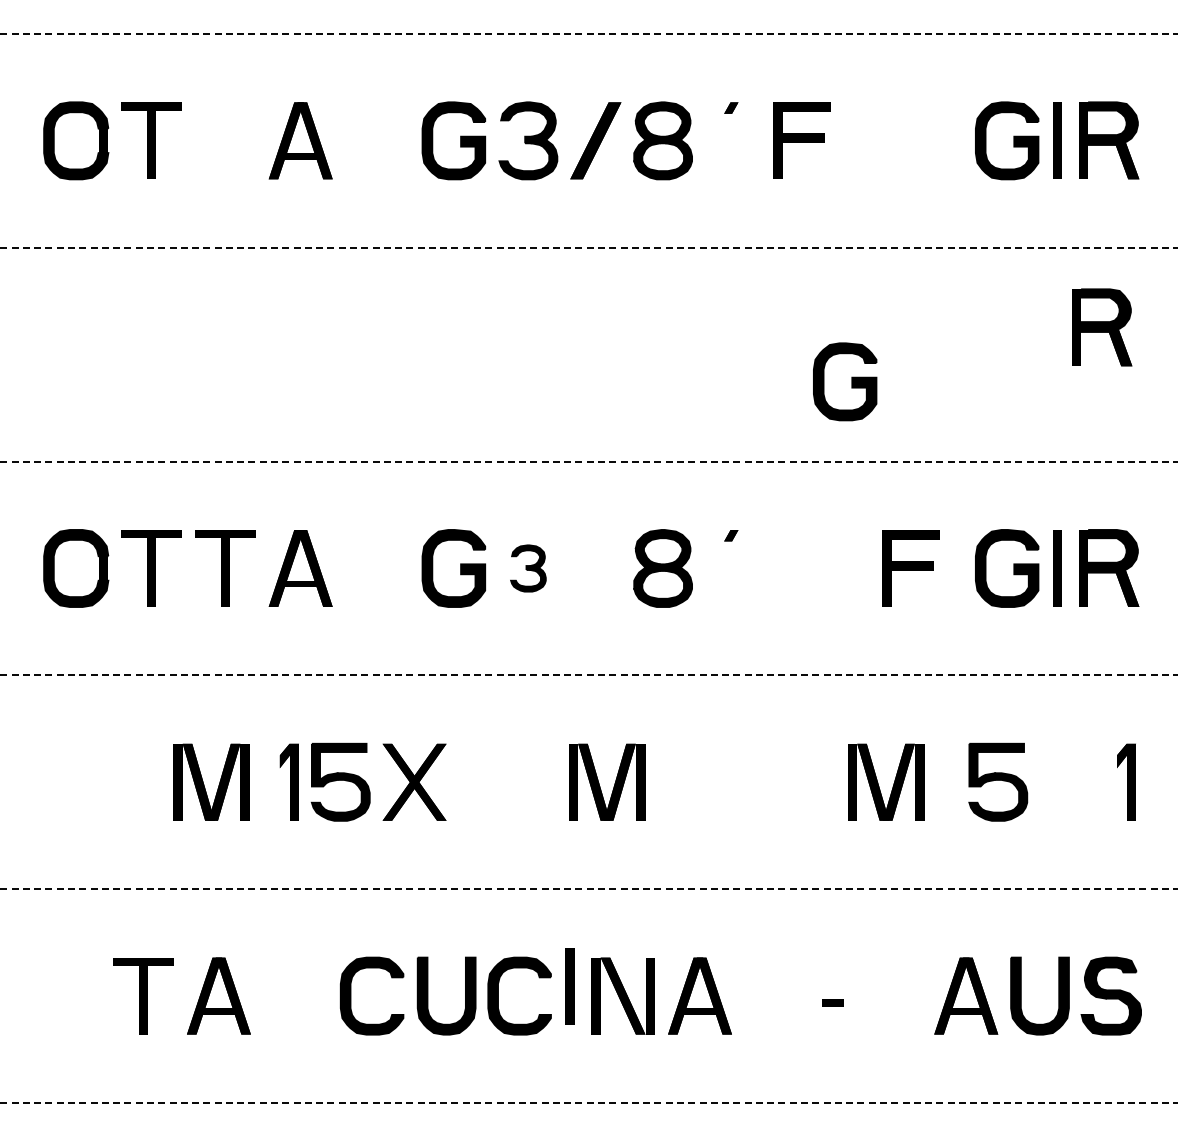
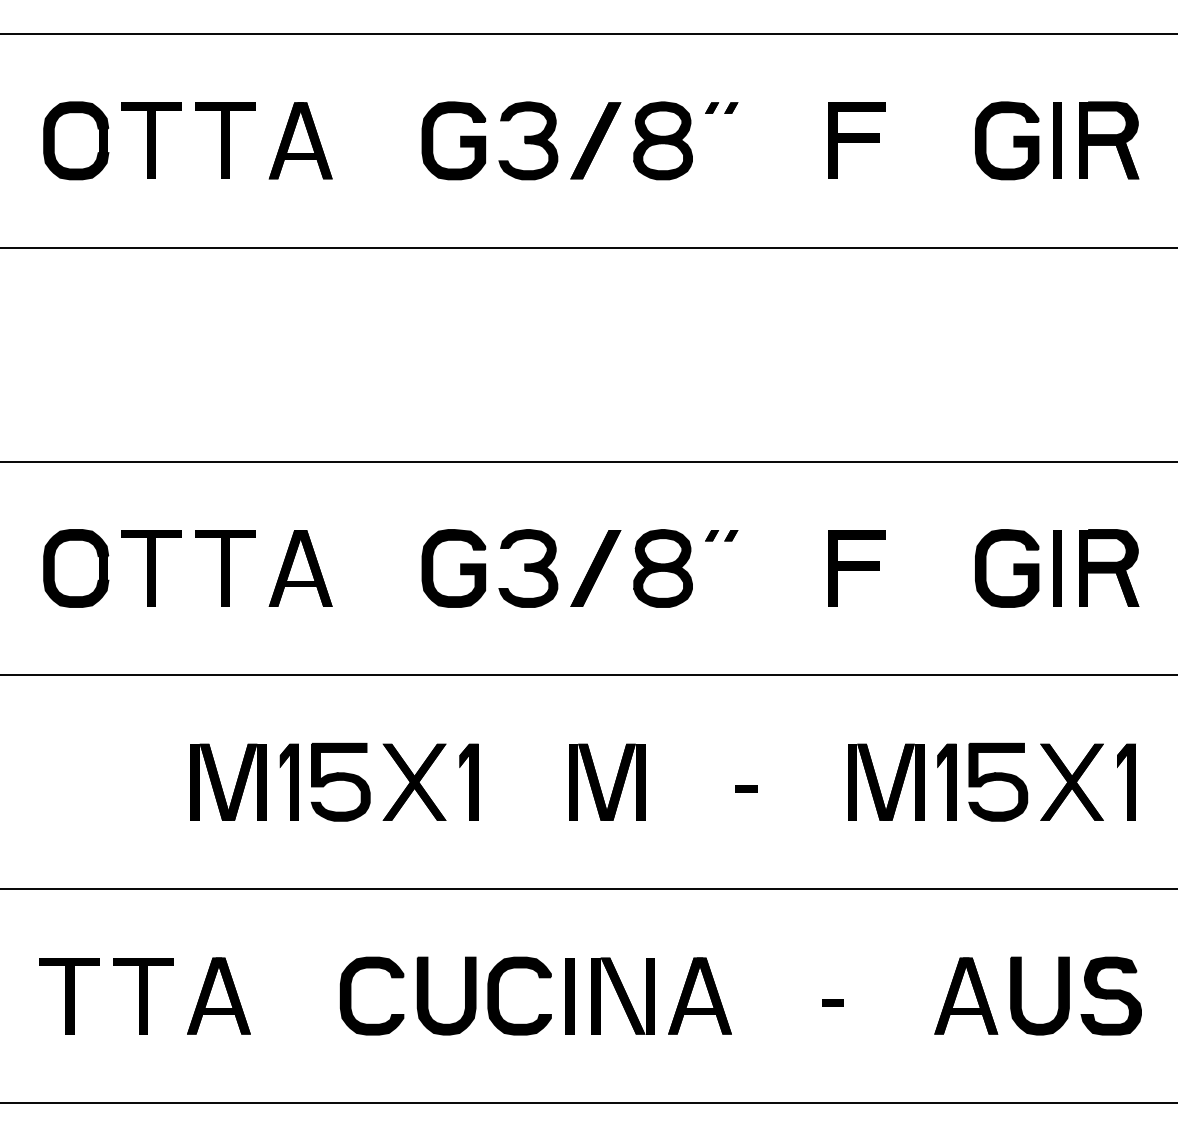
line at (588, 33): dashed -> solid
part at (712, 107): none -> present
part at (225, 140): none -> present
part at (801, 140) position: (801, 140) -> (856, 140)
line at (588, 247): dashed -> solid
part at (1102, 327): present -> none
part at (845, 381): present -> none
line at (588, 461): dashed -> solid
part at (712, 535): none -> present
part at (528, 568) size: 37x49 px -> 61x79 px
part at (595, 568): none -> present
part at (910, 568) position: (910, 568) -> (856, 568)
line at (588, 675): dashed -> solid
part at (468, 781): none -> present
part at (946, 781): none -> present
part at (1071, 781): none -> present
part at (204, 784) position: (204, 784) -> (221, 784)
part at (746, 788): none -> present
line at (588, 889): dashed -> solid
part at (569, 986) position: (569, 986) -> (569, 996)
part at (69, 996): none -> present
line at (588, 1103): dashed -> solid
